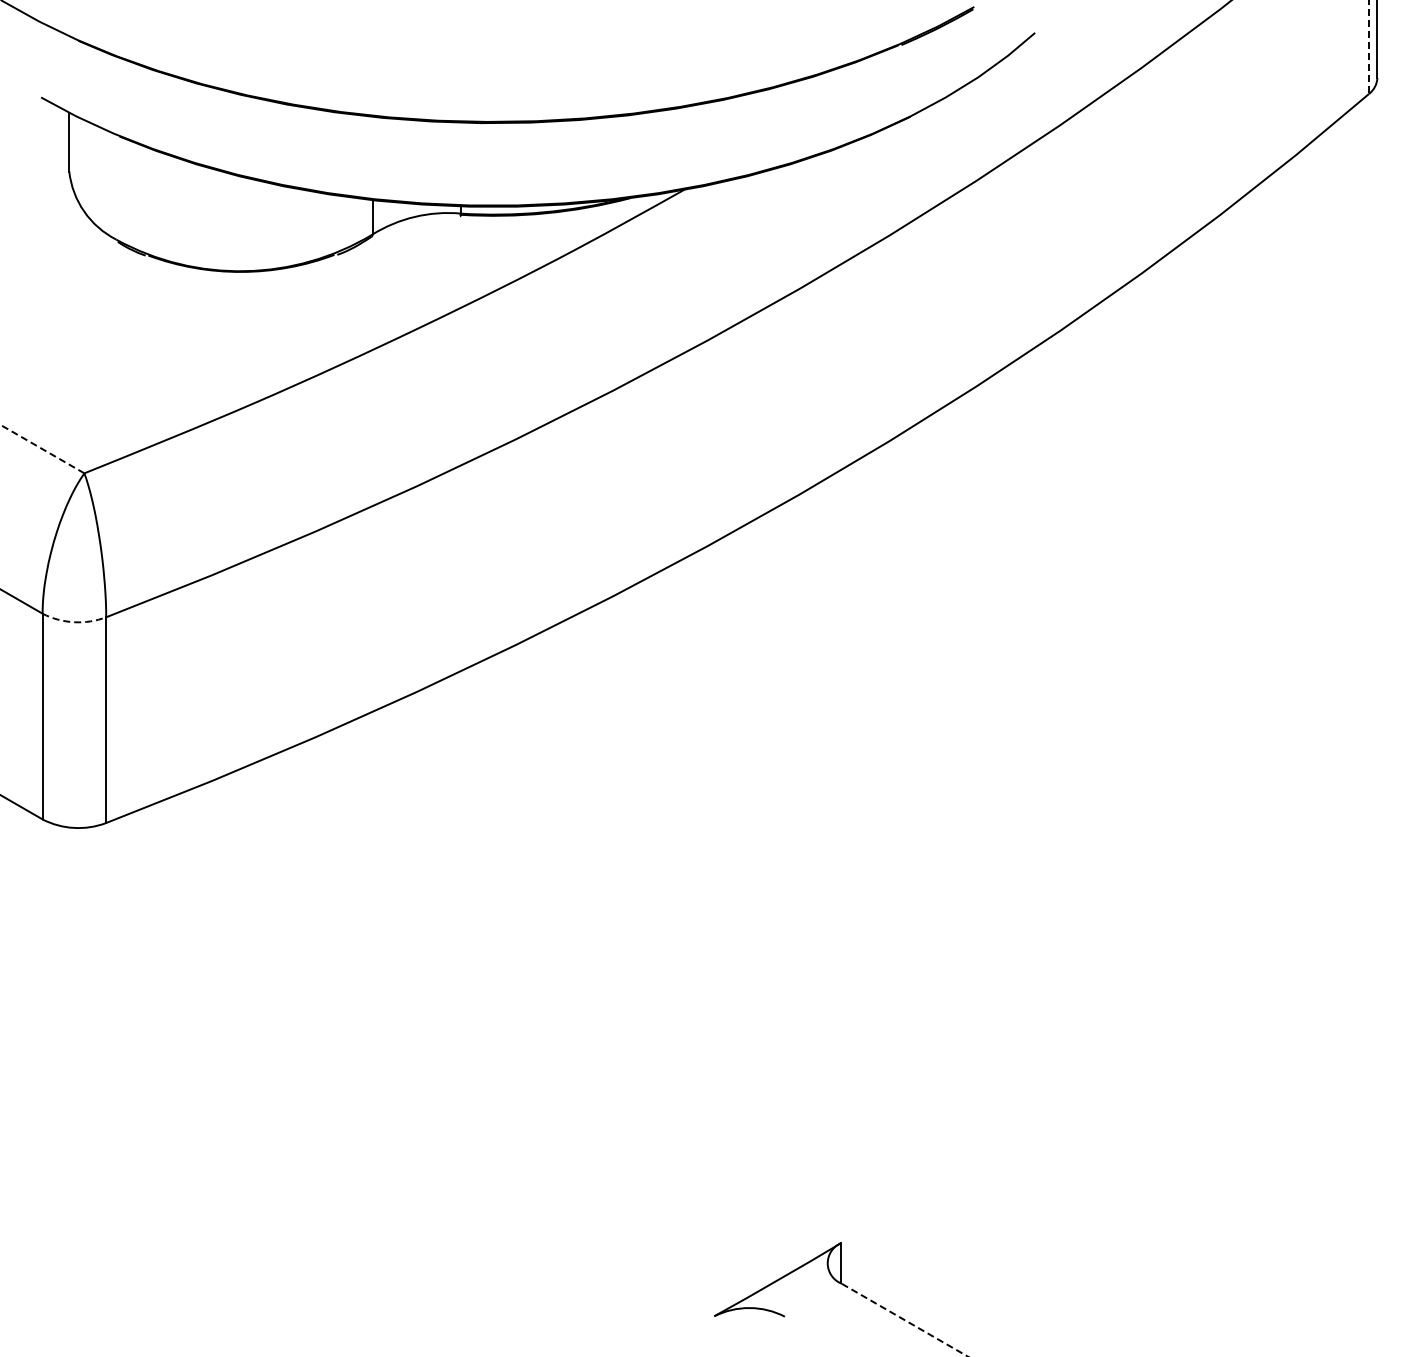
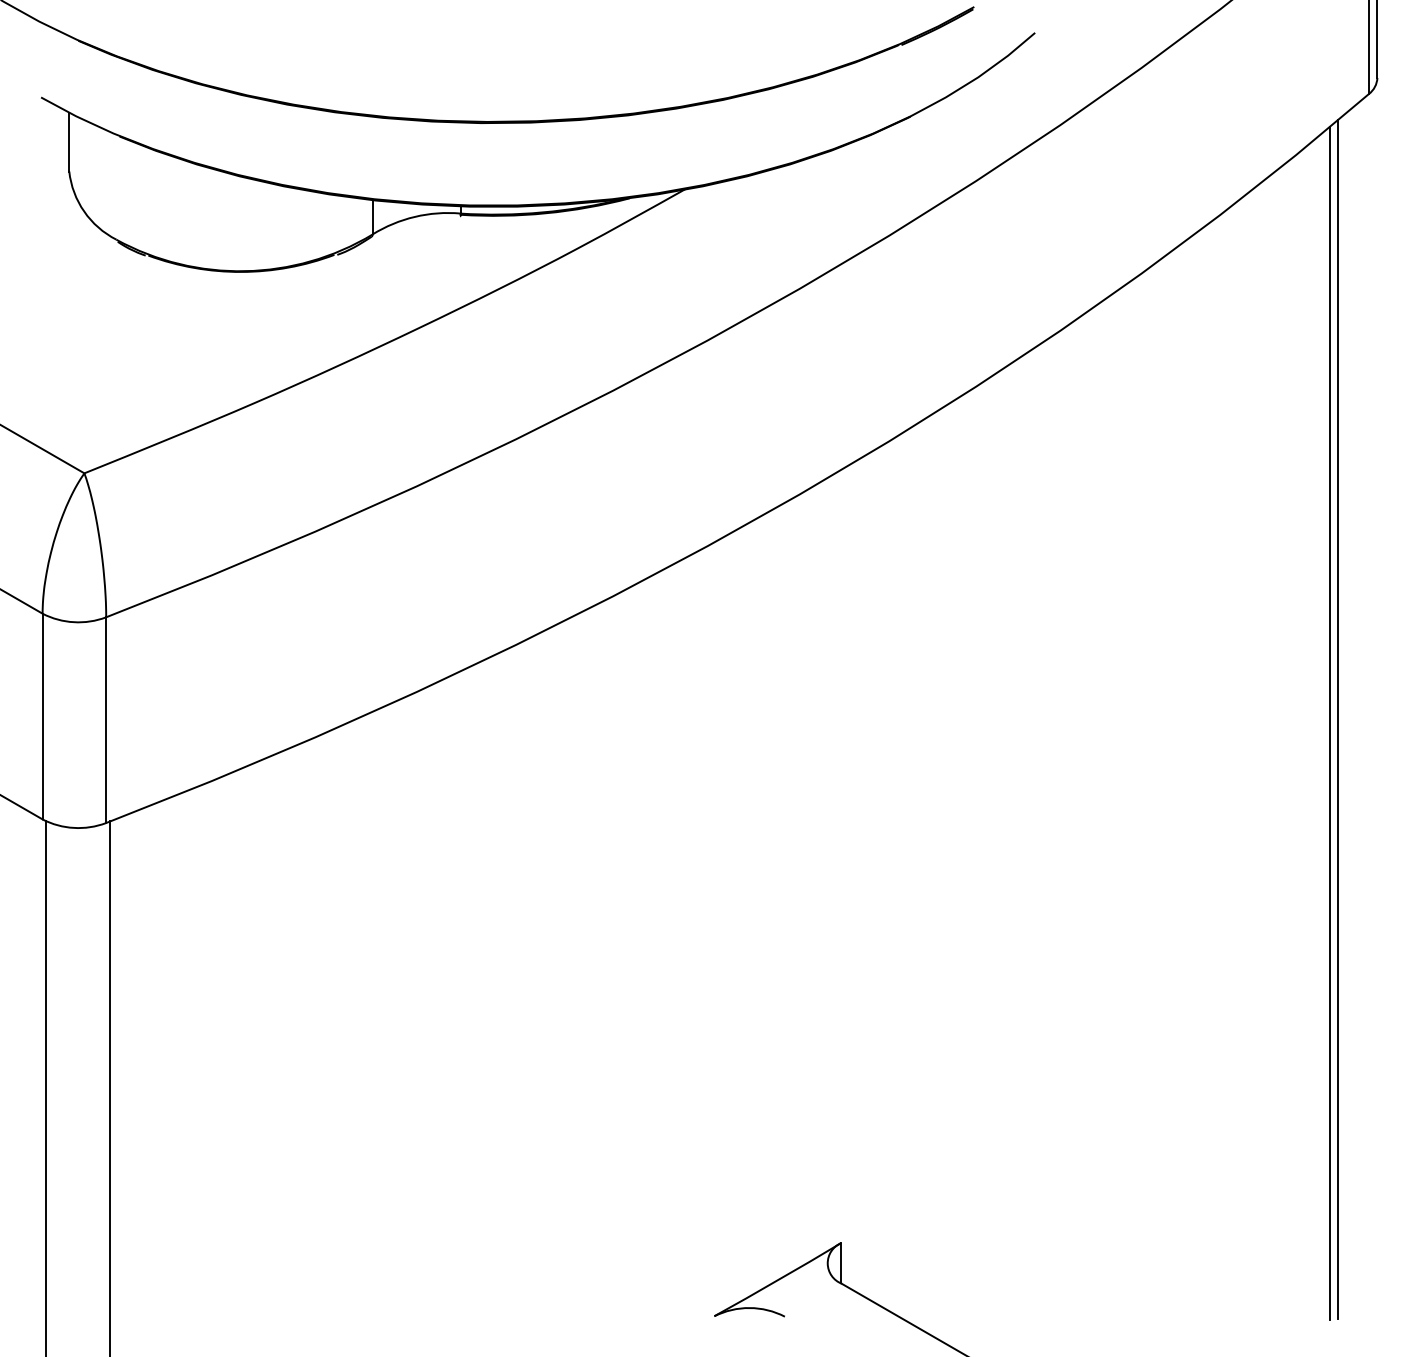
line at (1368, 47): dashed -> solid
line at (42, 448): dashed -> solid
arc at (74, 622): dashed -> solid
line at (1338, 719): none -> present
line at (1329, 723): none -> present
line at (46, 1087): none -> present
line at (110, 1087): none -> present
line at (905, 1320): dashed -> solid
